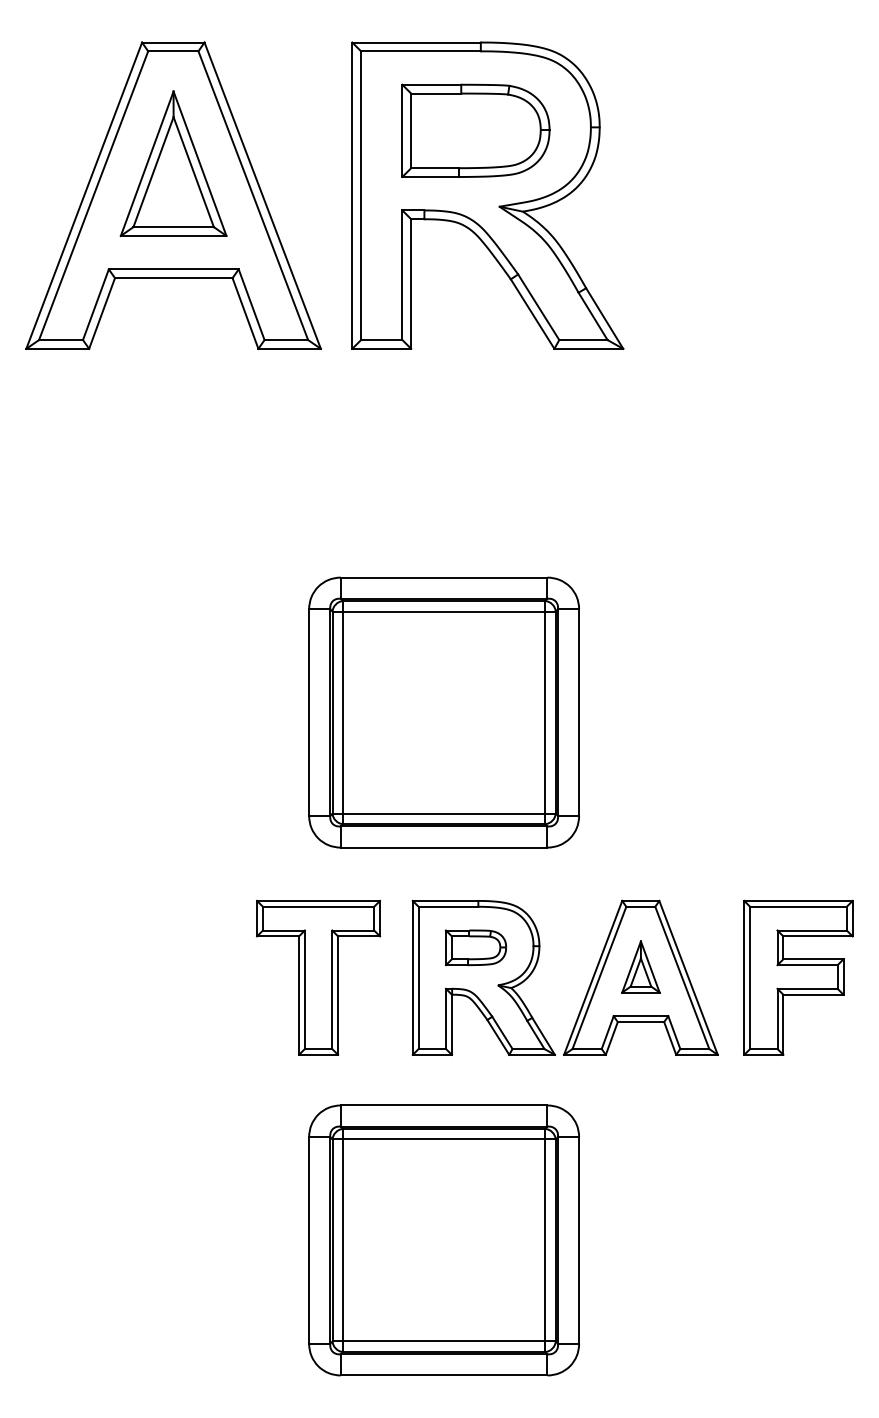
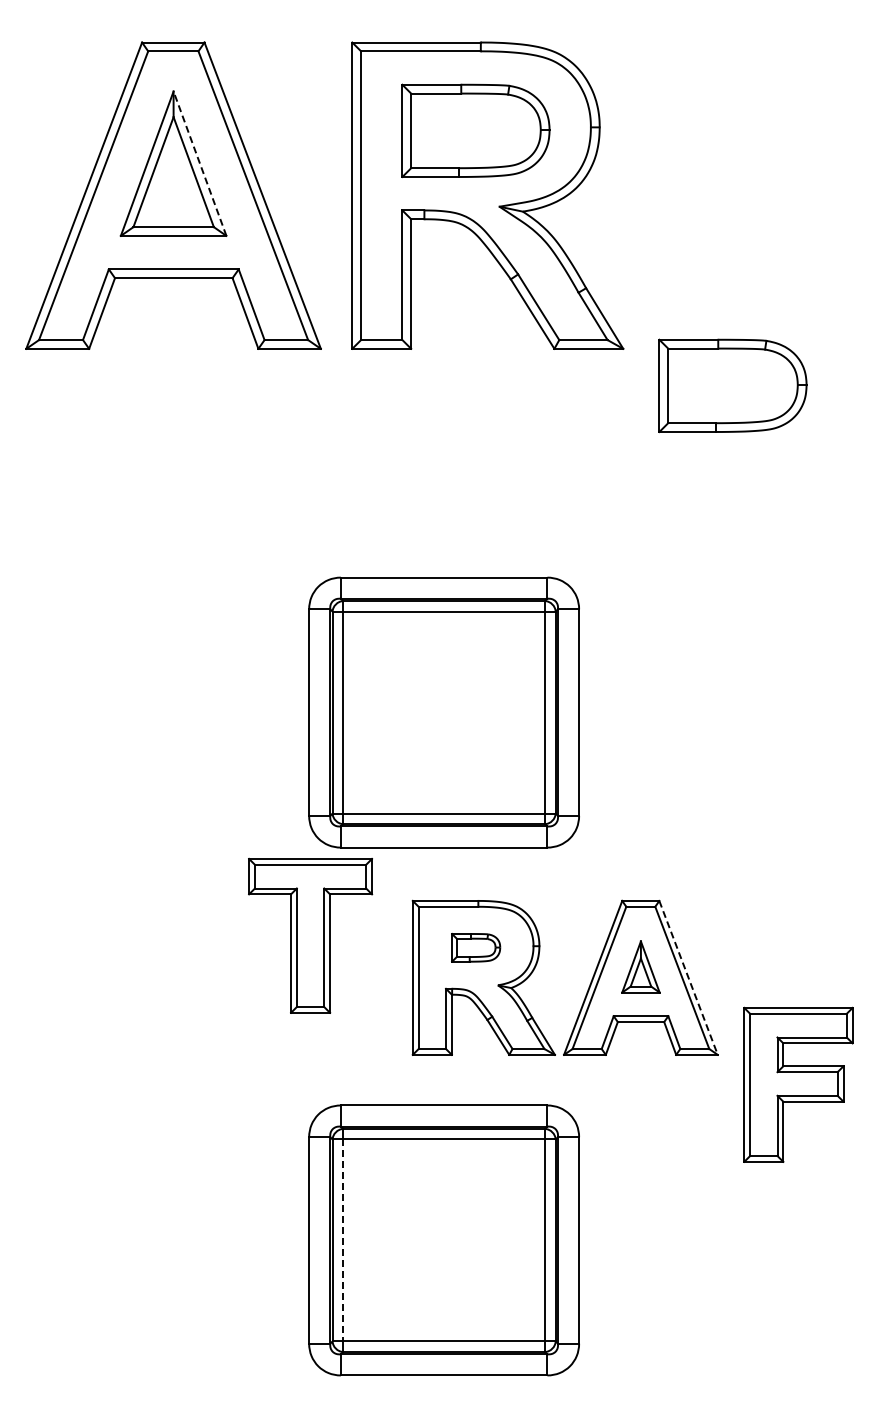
line at (200, 163): solid -> dashed
part at (732, 385): none -> present
part at (476, 947) size: 63x38 px -> 51x30 px
part at (318, 977) position: (318, 977) -> (310, 935)
part at (798, 977) position: (798, 977) -> (798, 1084)
line at (688, 978): solid -> dashed
line at (343, 1240): solid -> dashed
